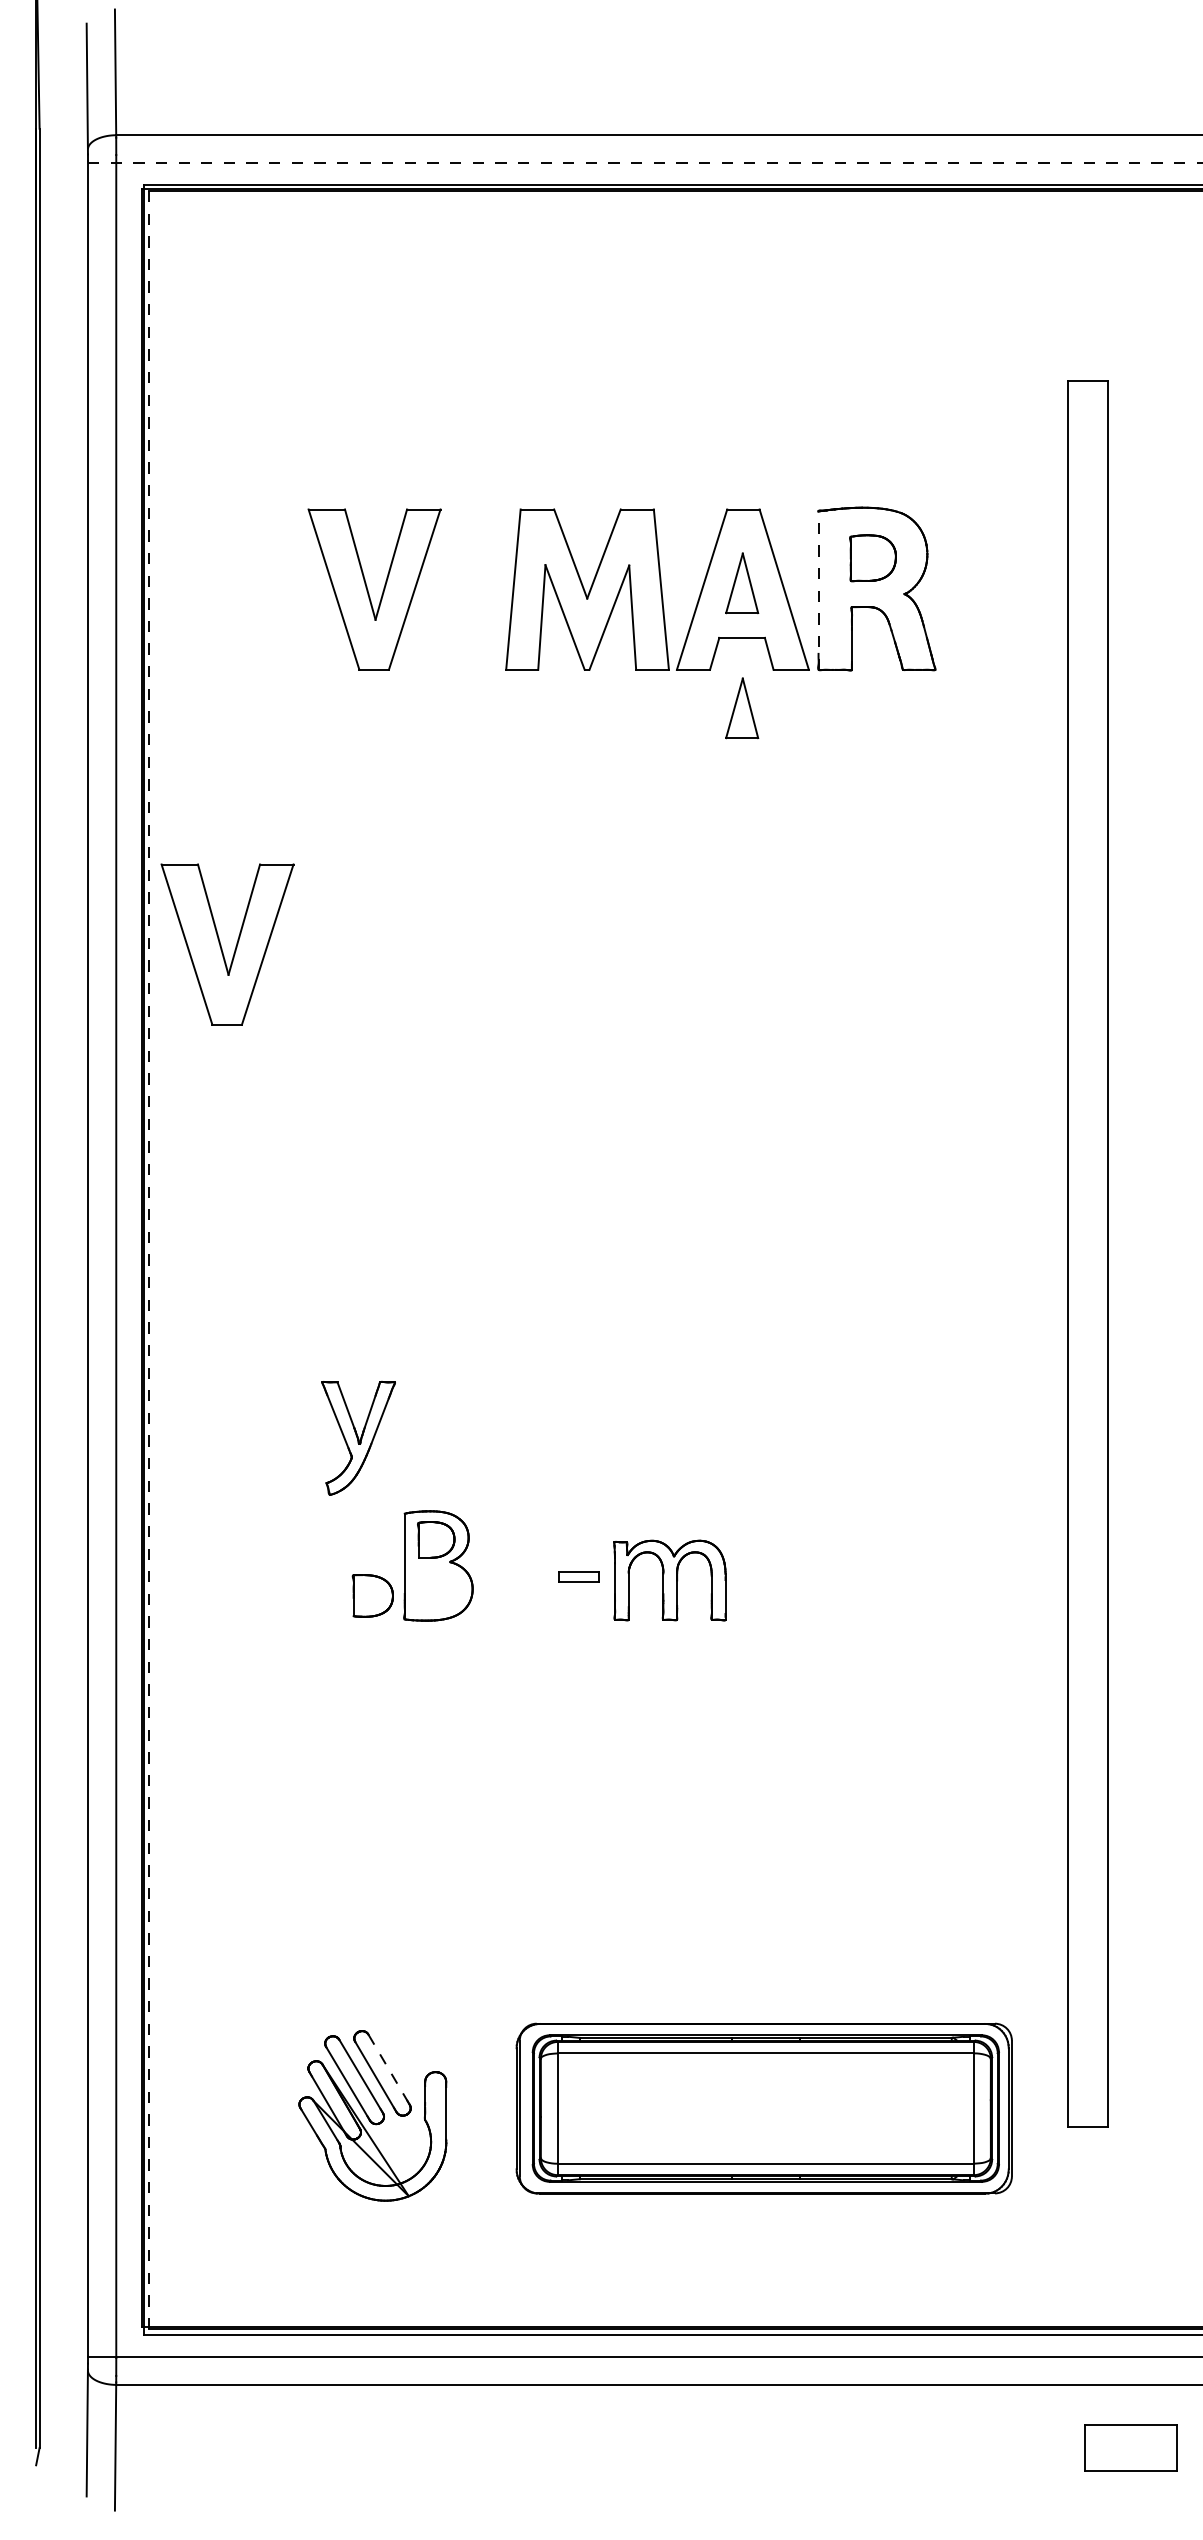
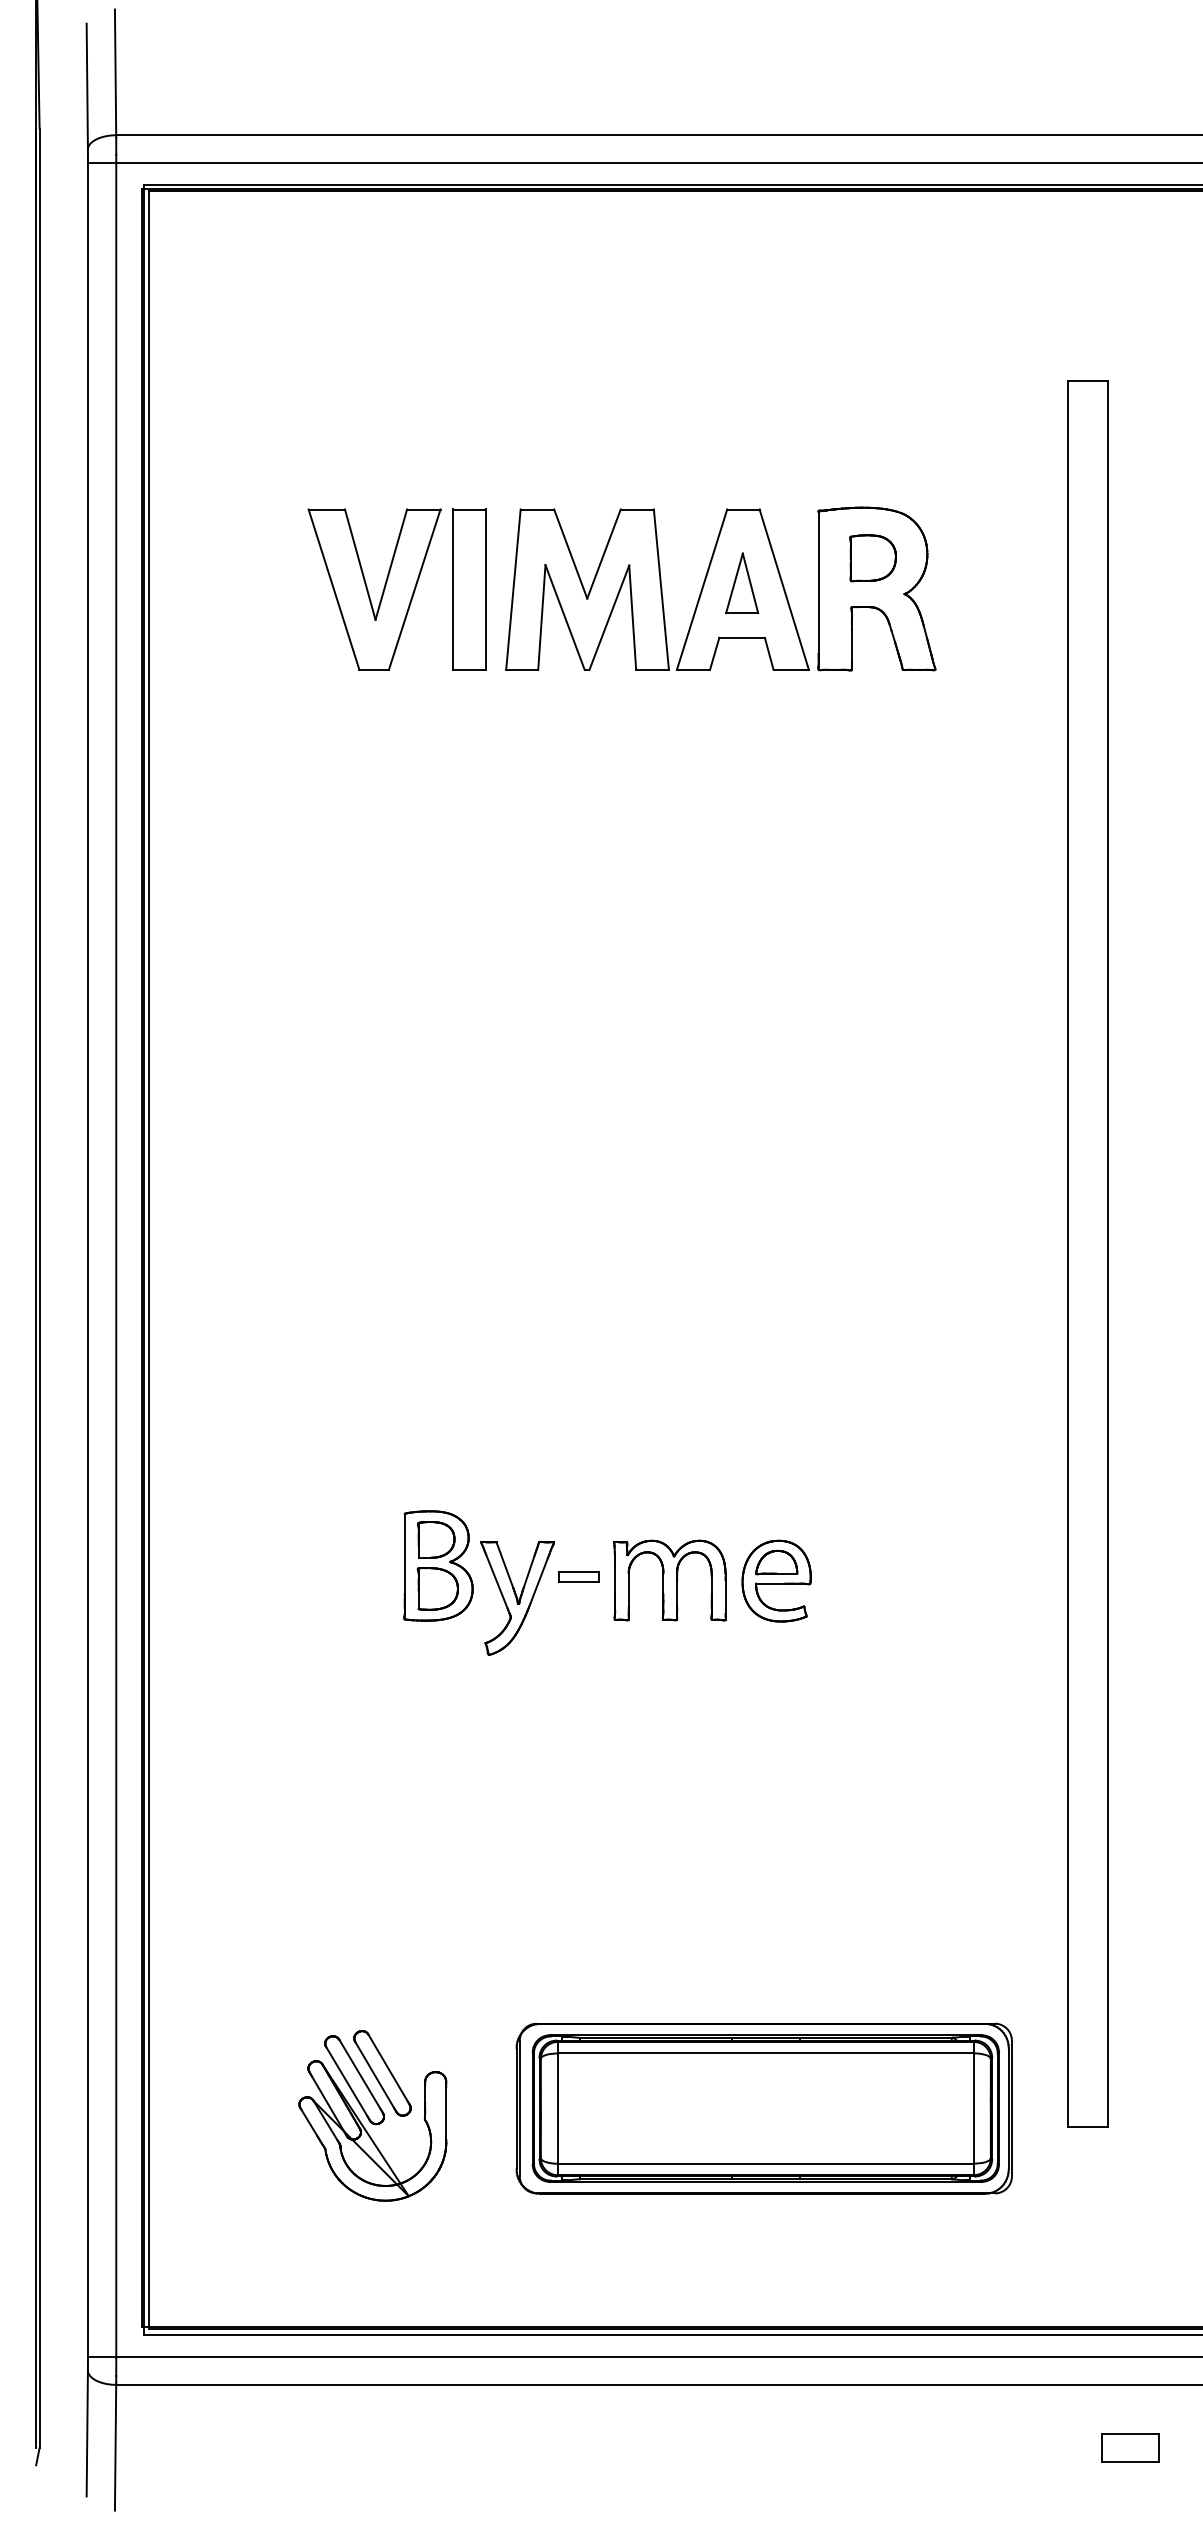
line at (645, 163): dashed -> solid
part at (469, 589): none -> present
line at (818, 590): dashed -> solid
part at (742, 708): present -> none
part at (227, 944): present -> none
line at (149, 1260): dashed -> solid
part at (358, 1437) position: (358, 1437) -> (517, 1597)
part at (776, 1580): none -> present
part at (372, 1595) position: (372, 1595) -> (437, 1588)
line at (389, 2070): dashed -> solid
part at (1130, 2447) size: 94x48 px -> 59x30 px
